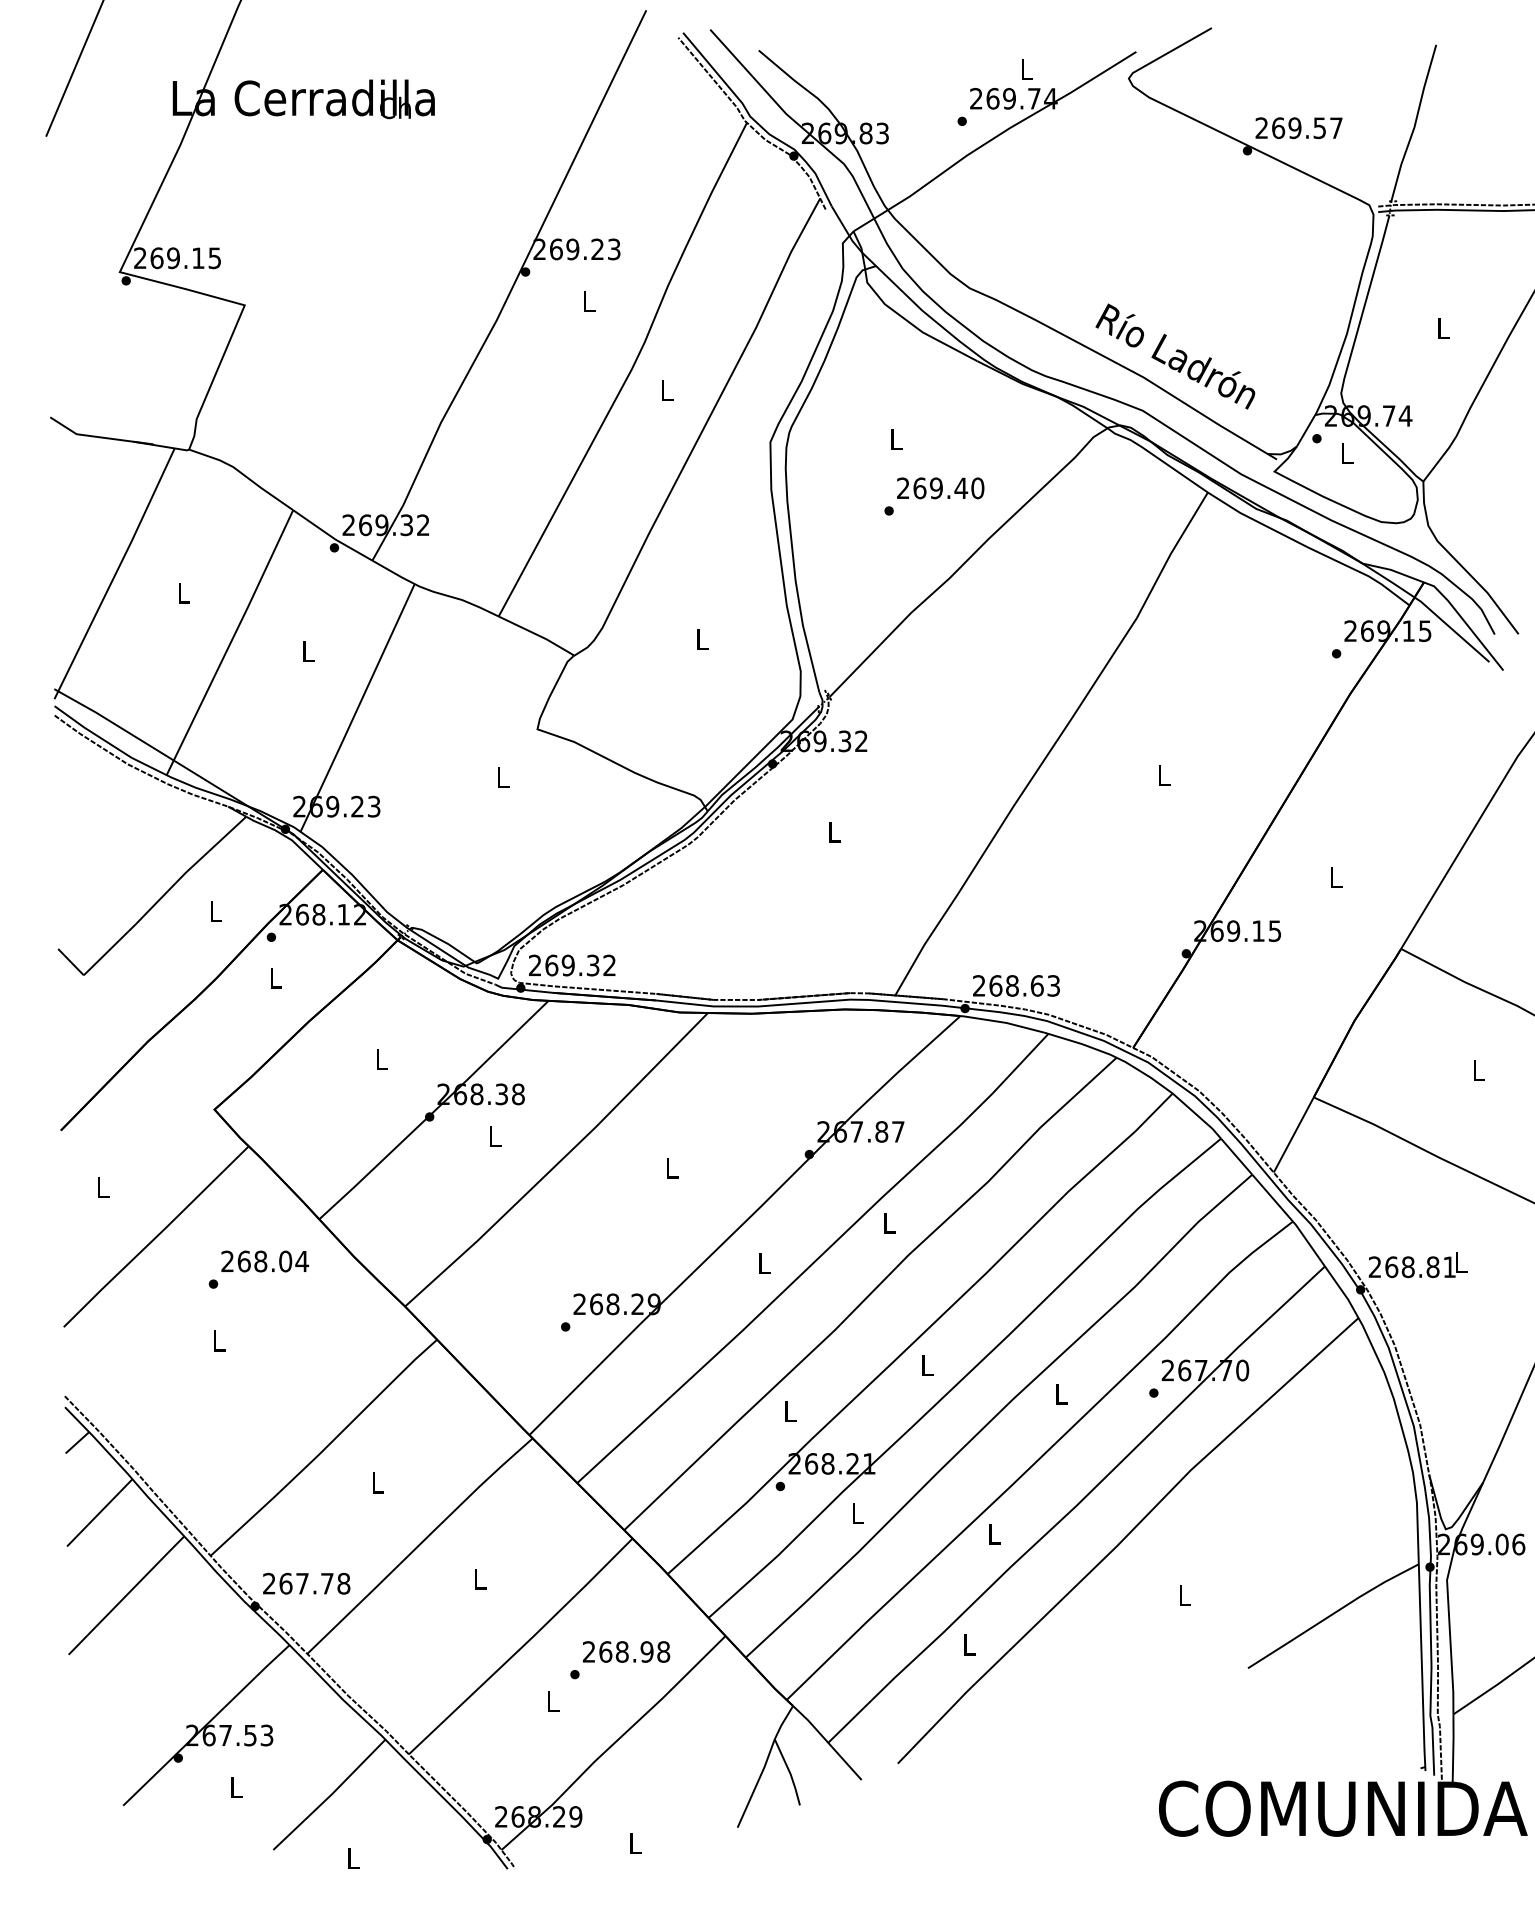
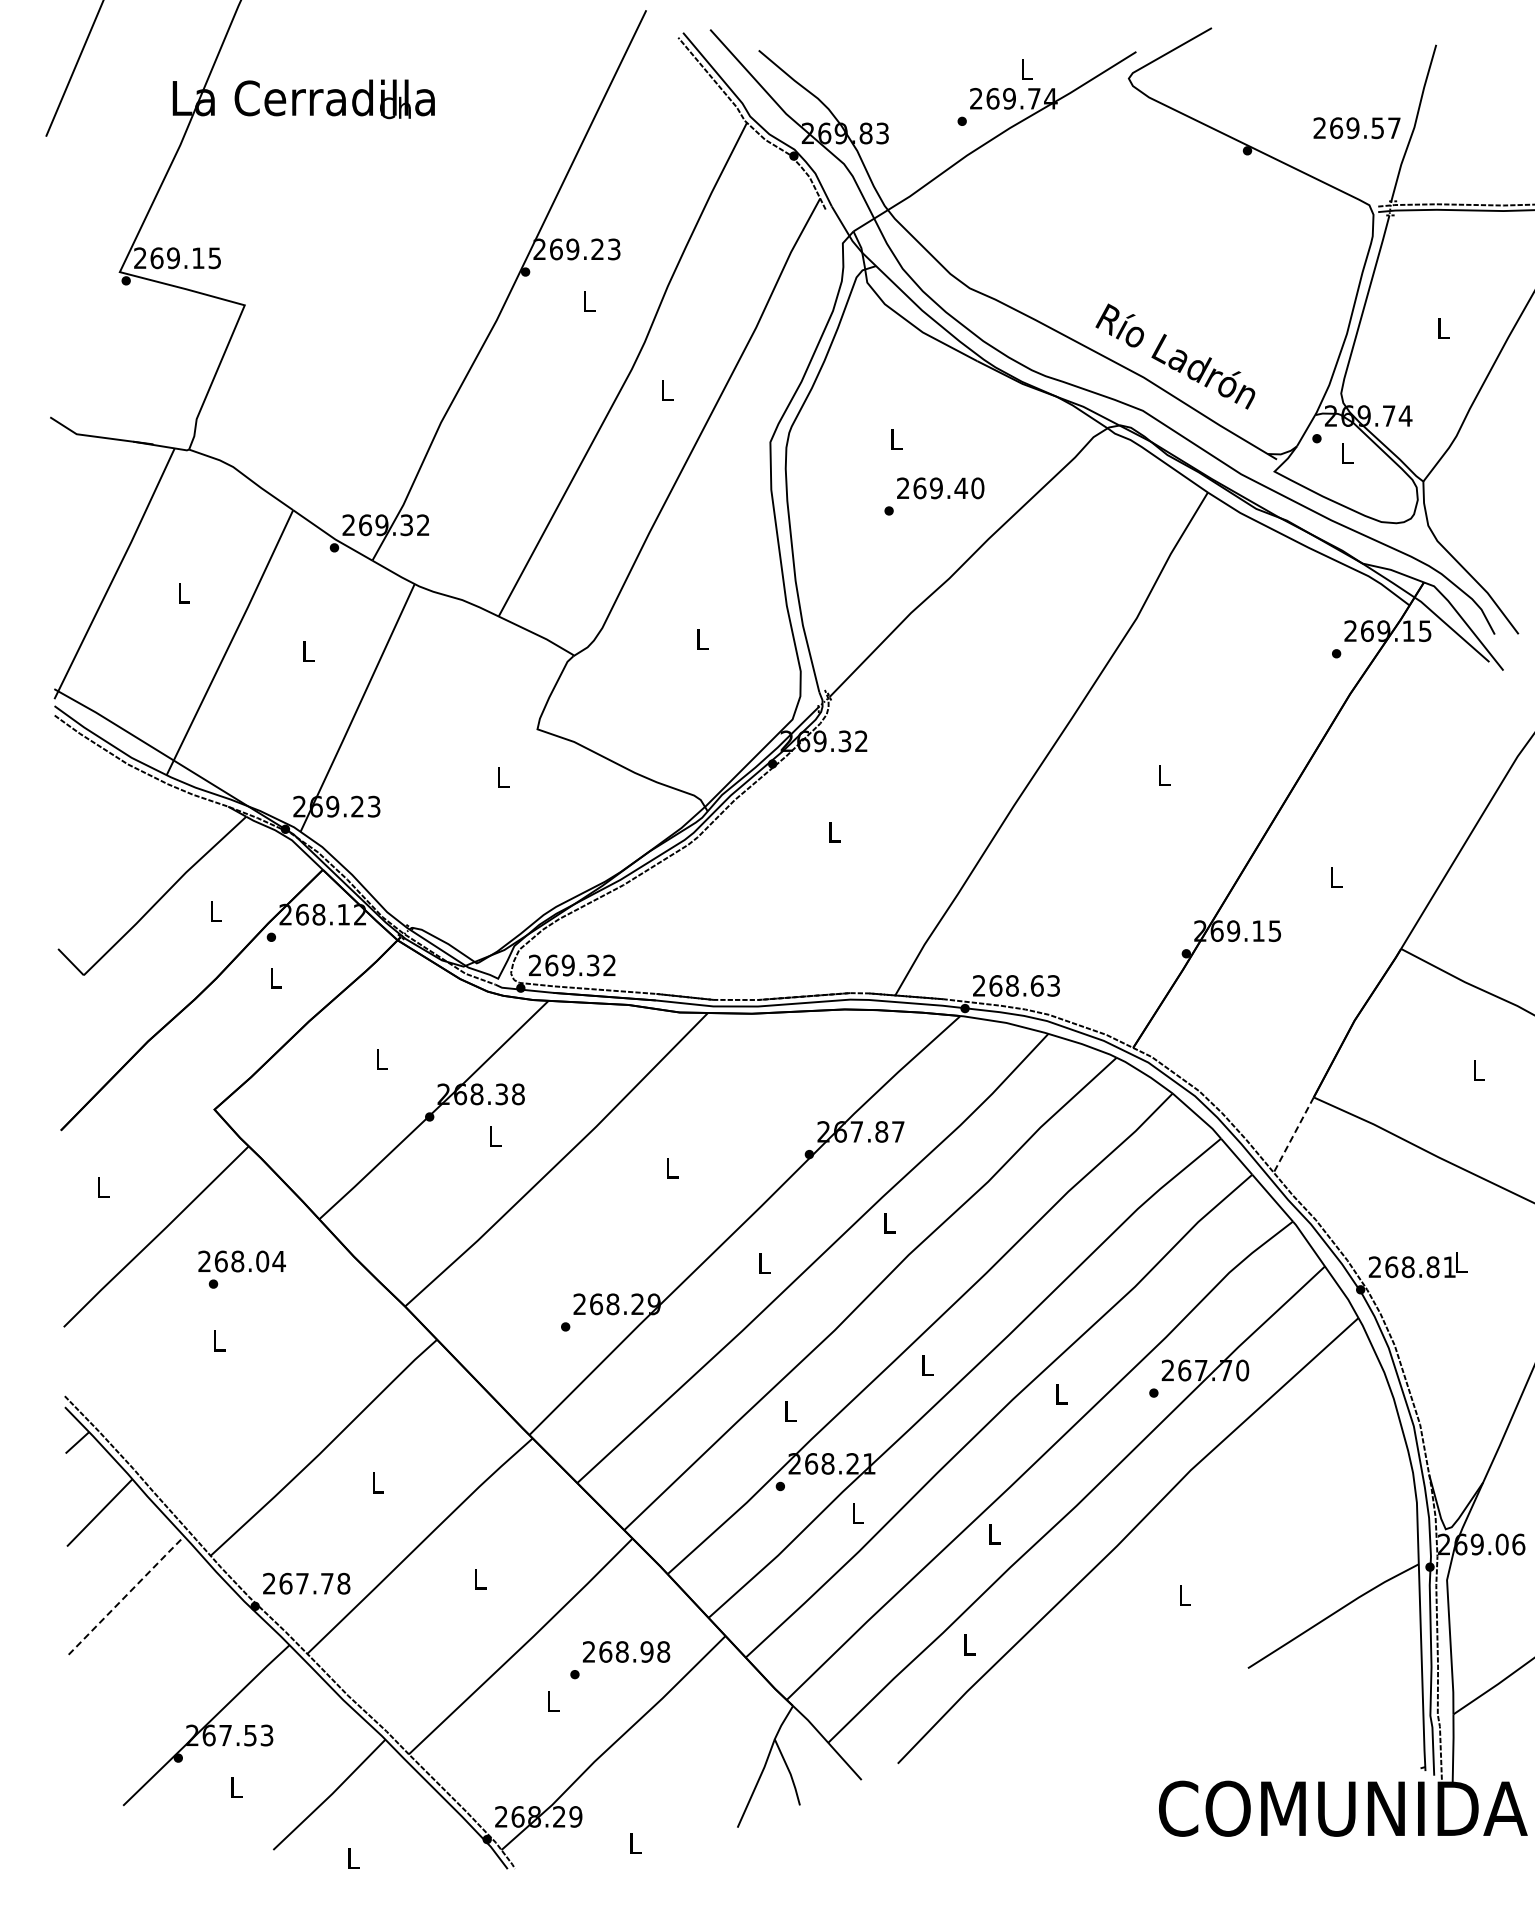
text at (1298, 128) position: (1298, 128) -> (1356, 128)
line at (1293, 1135): solid -> dashed
text at (264, 1261) position: (264, 1261) -> (241, 1261)
line at (127, 1594): solid -> dashed
